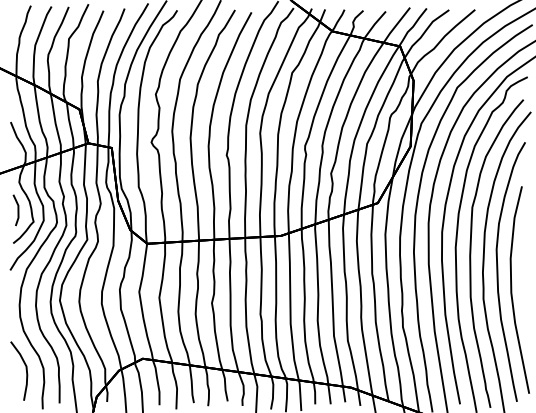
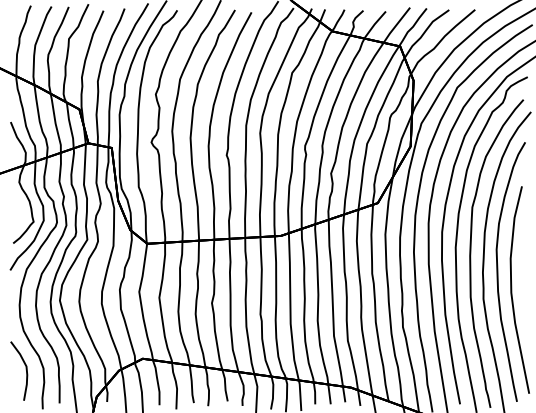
line at (17, 210): present -> none
